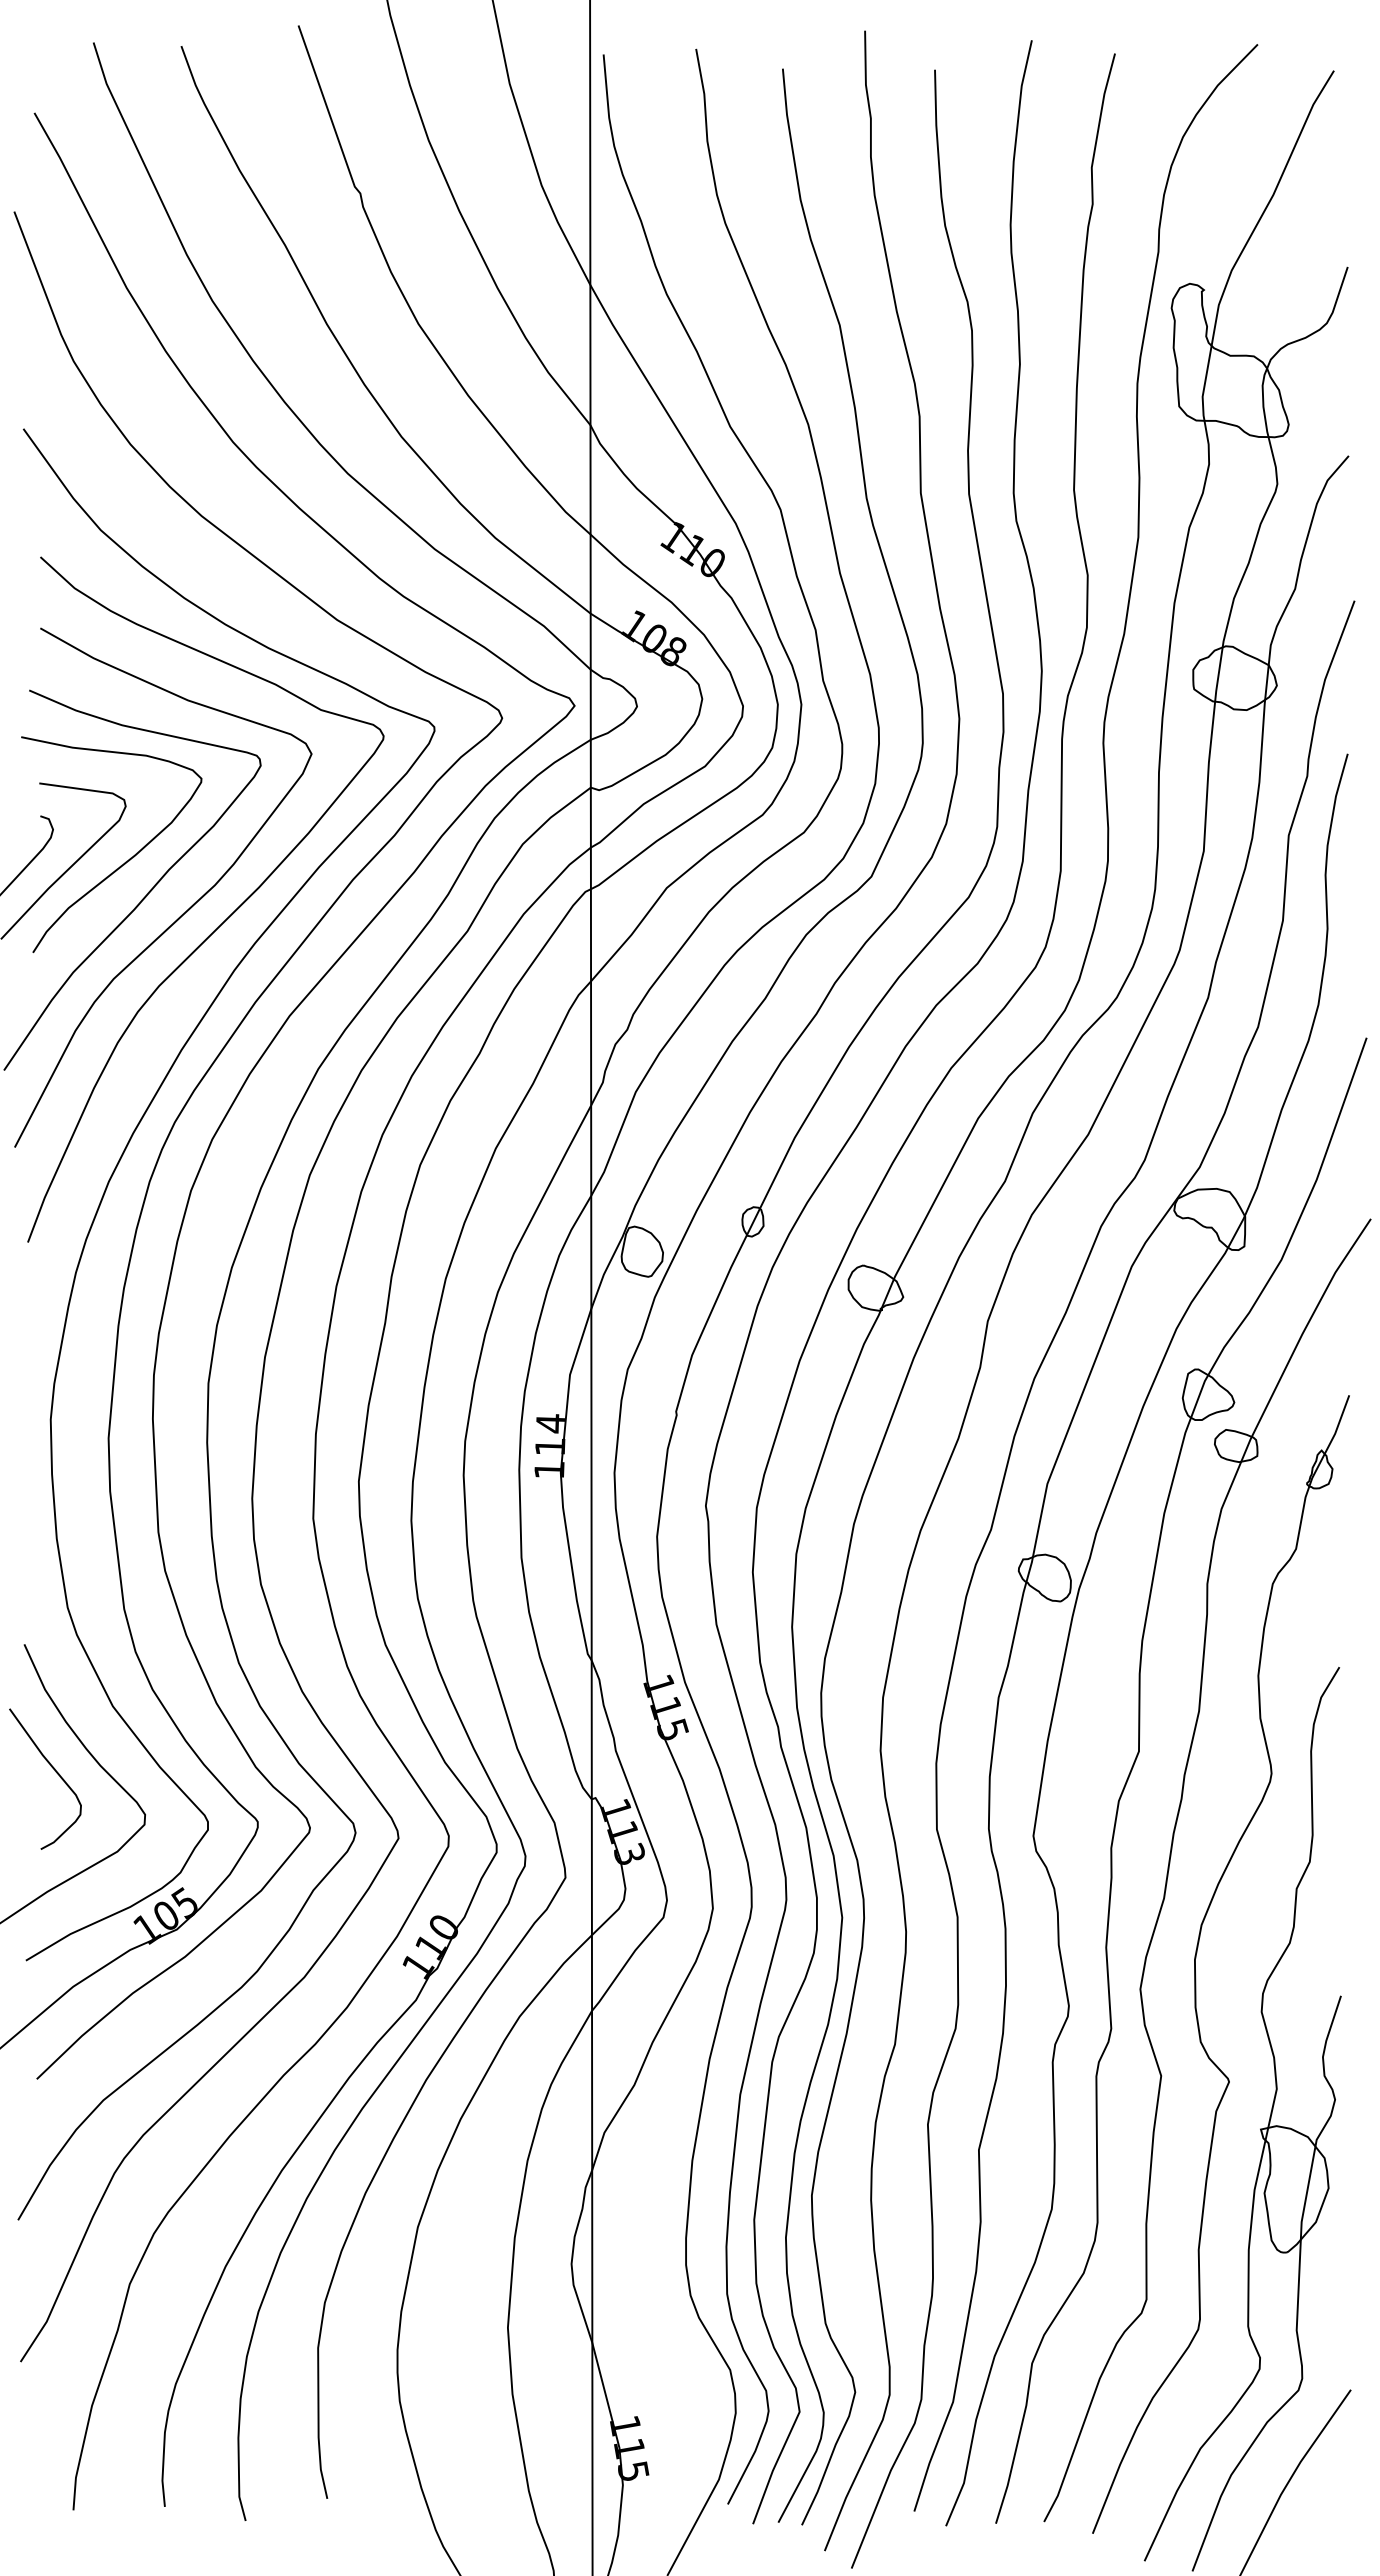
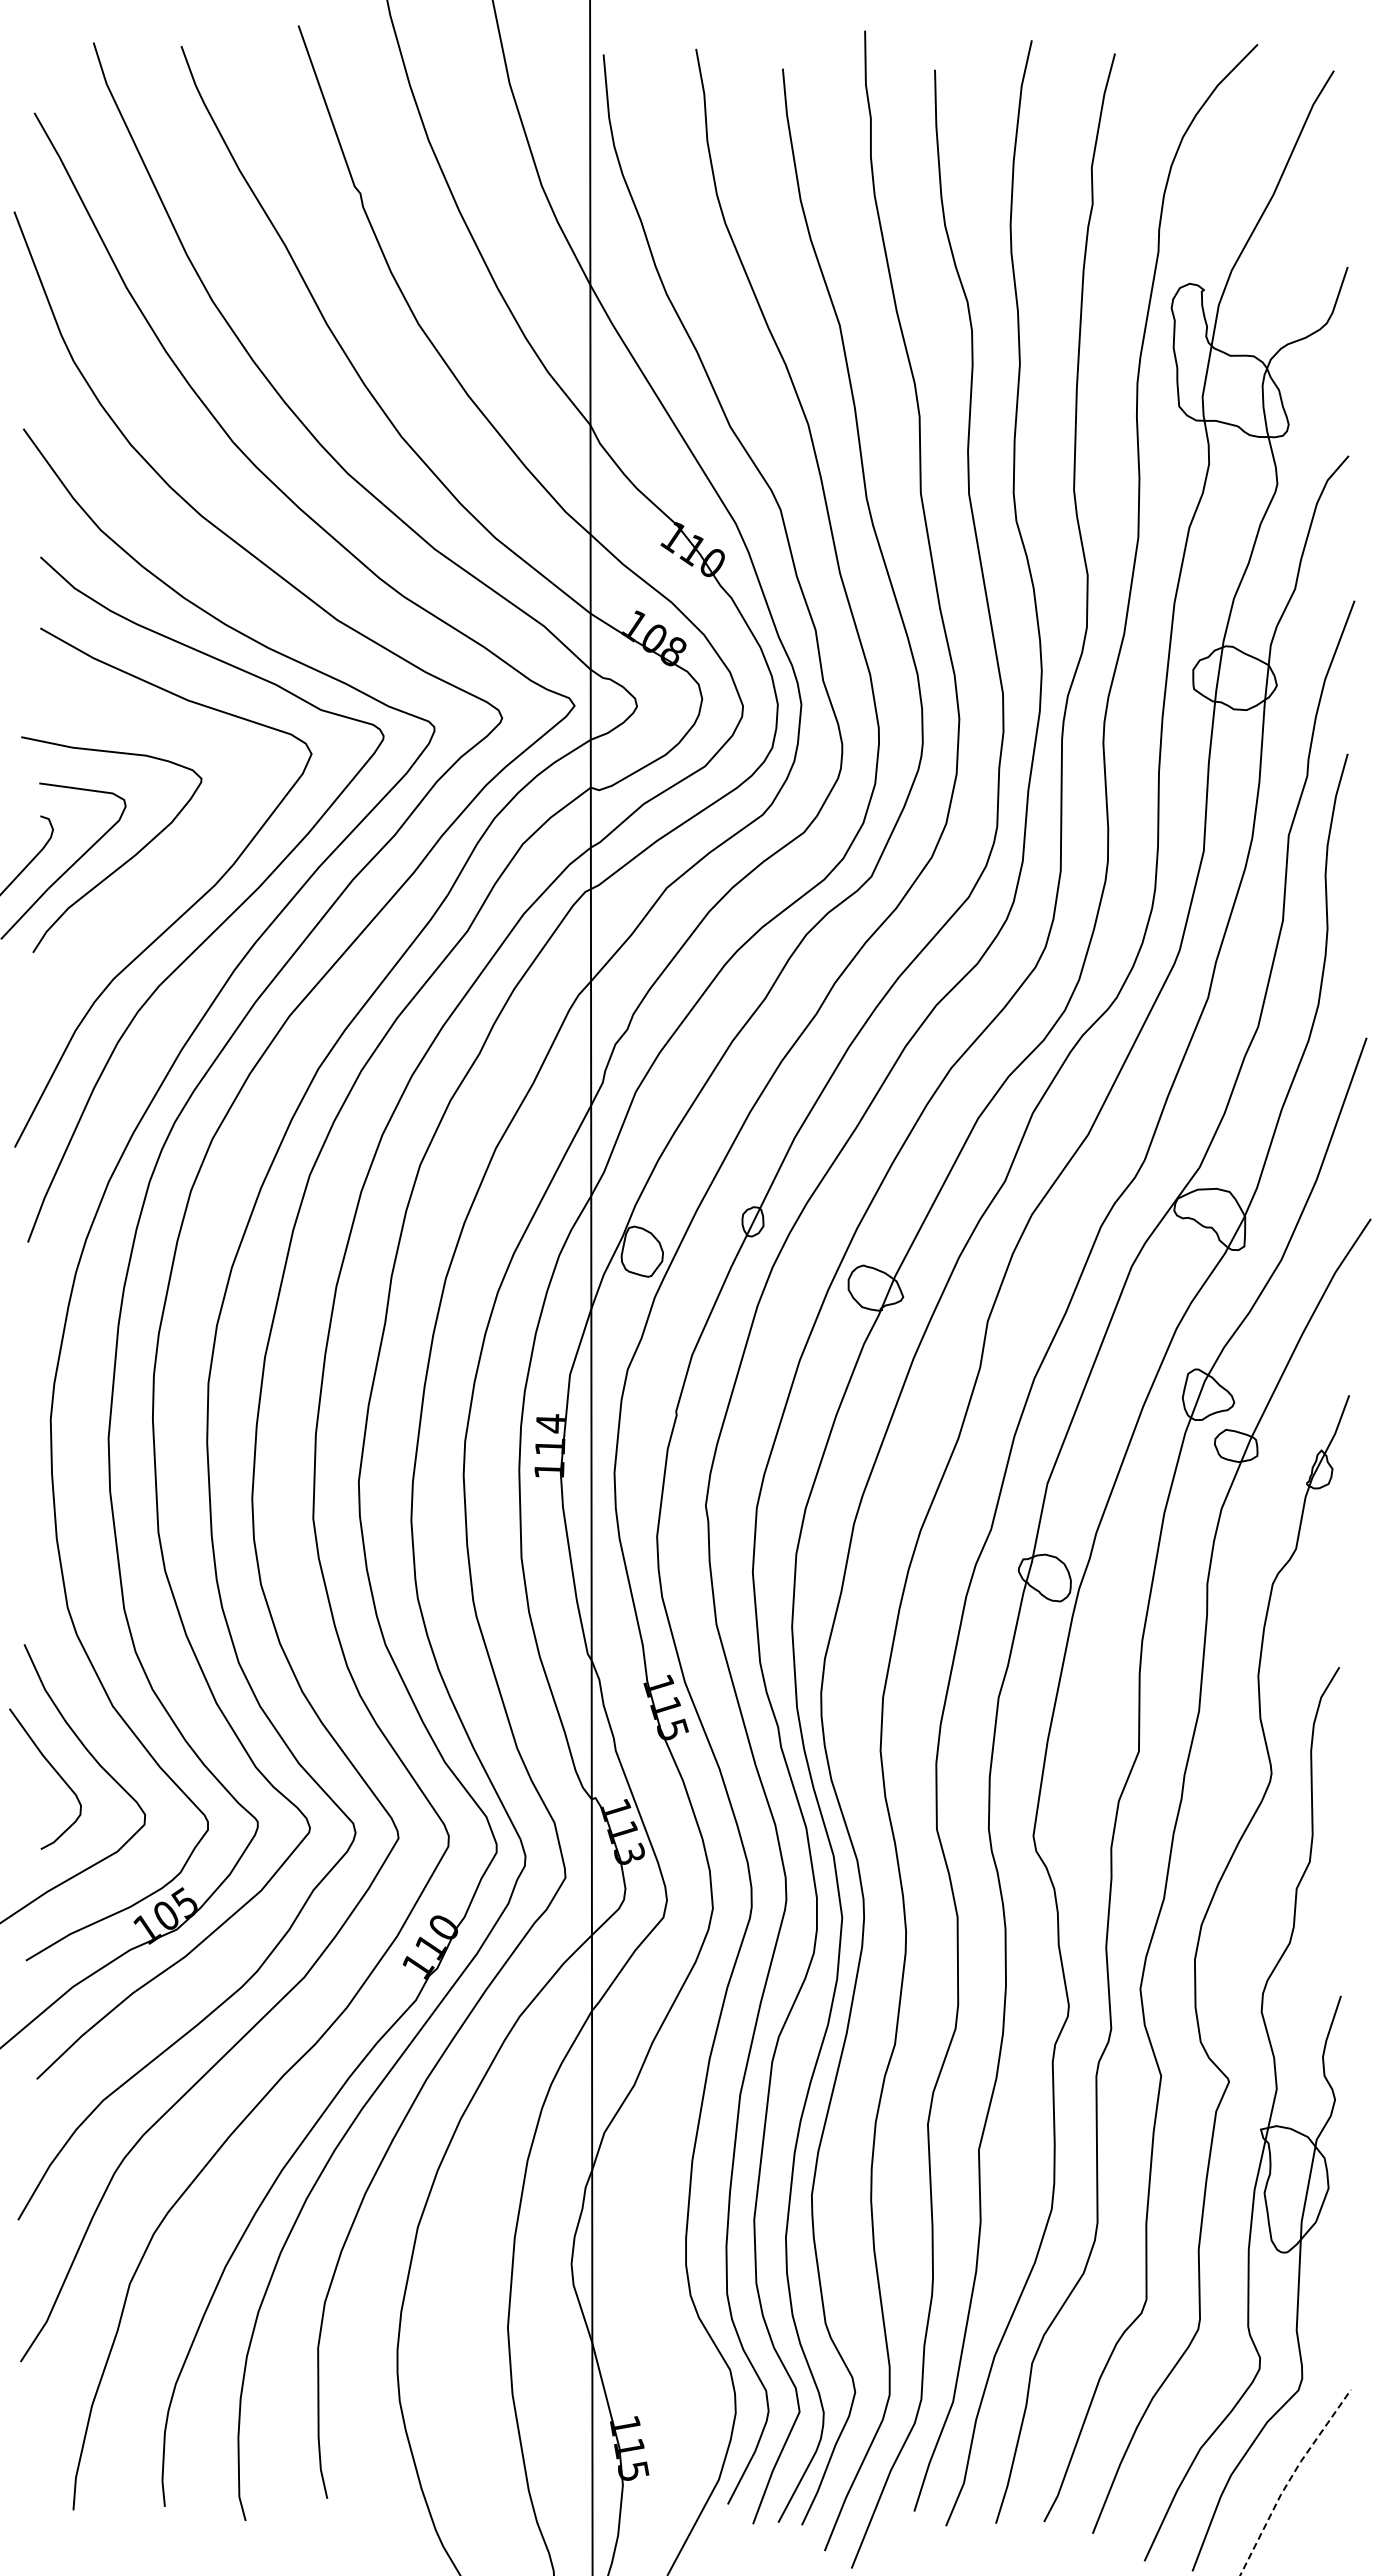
curve at (147, 892): present -> none
line at (1290, 2479): solid -> dashed
